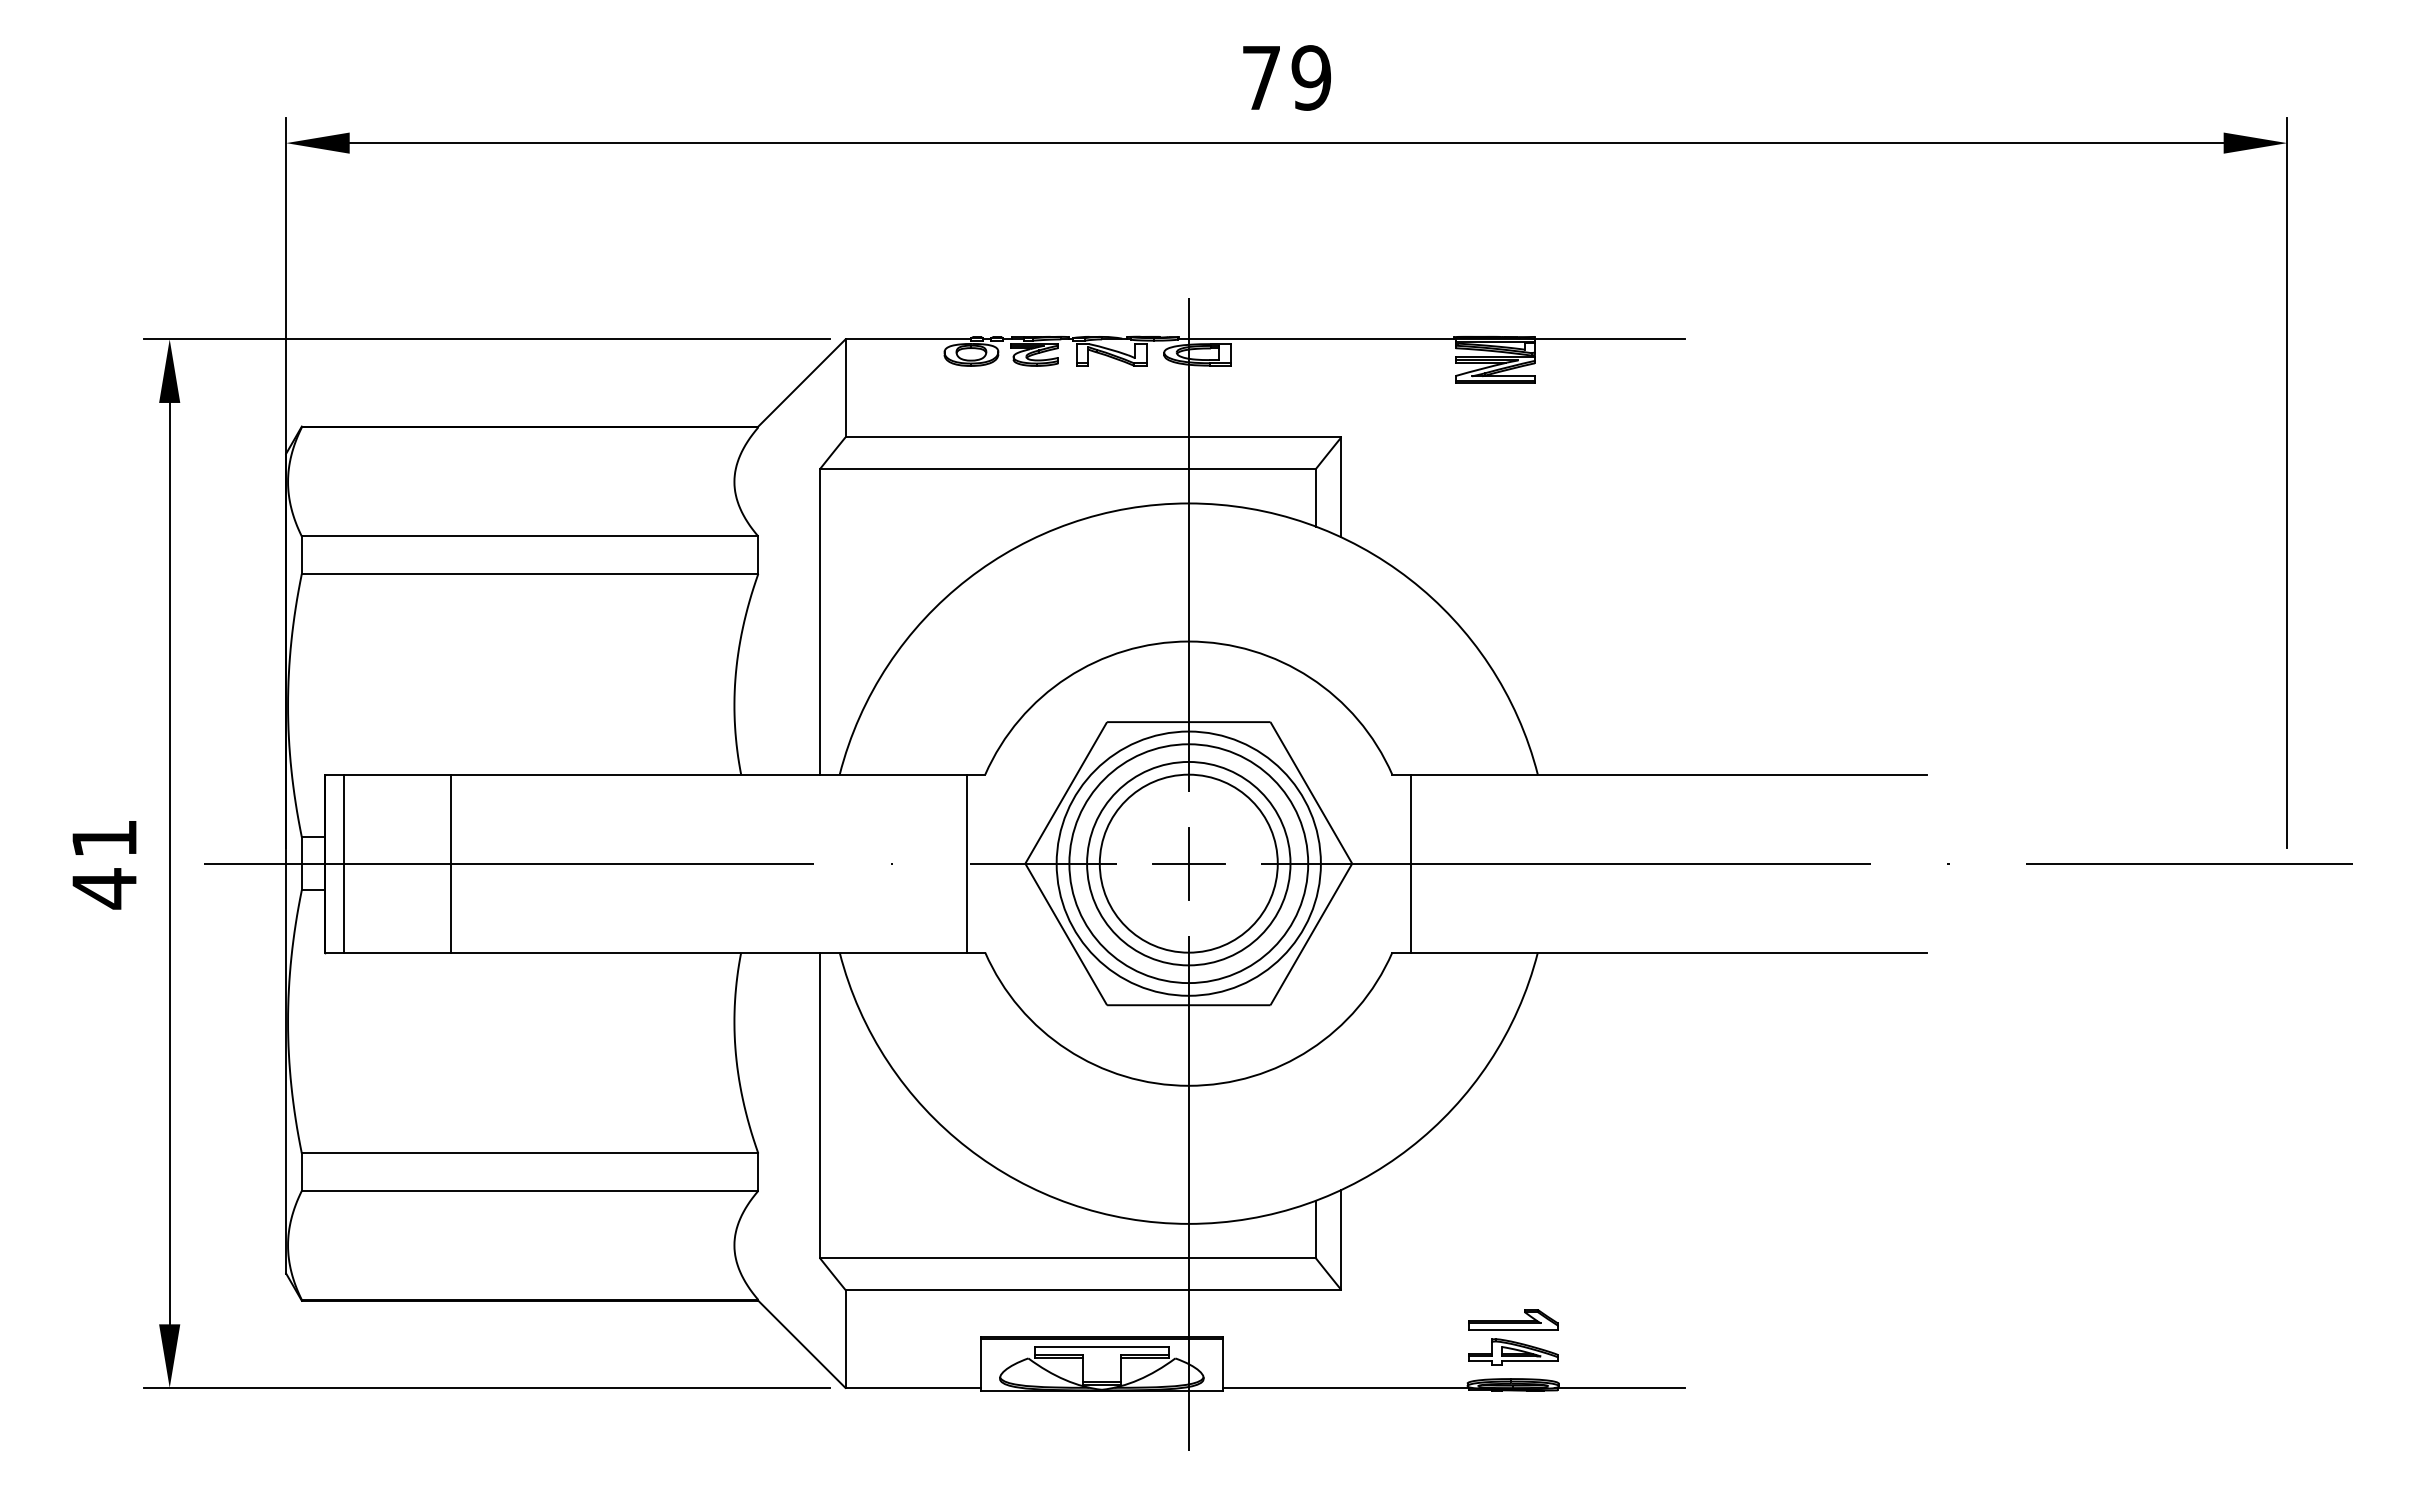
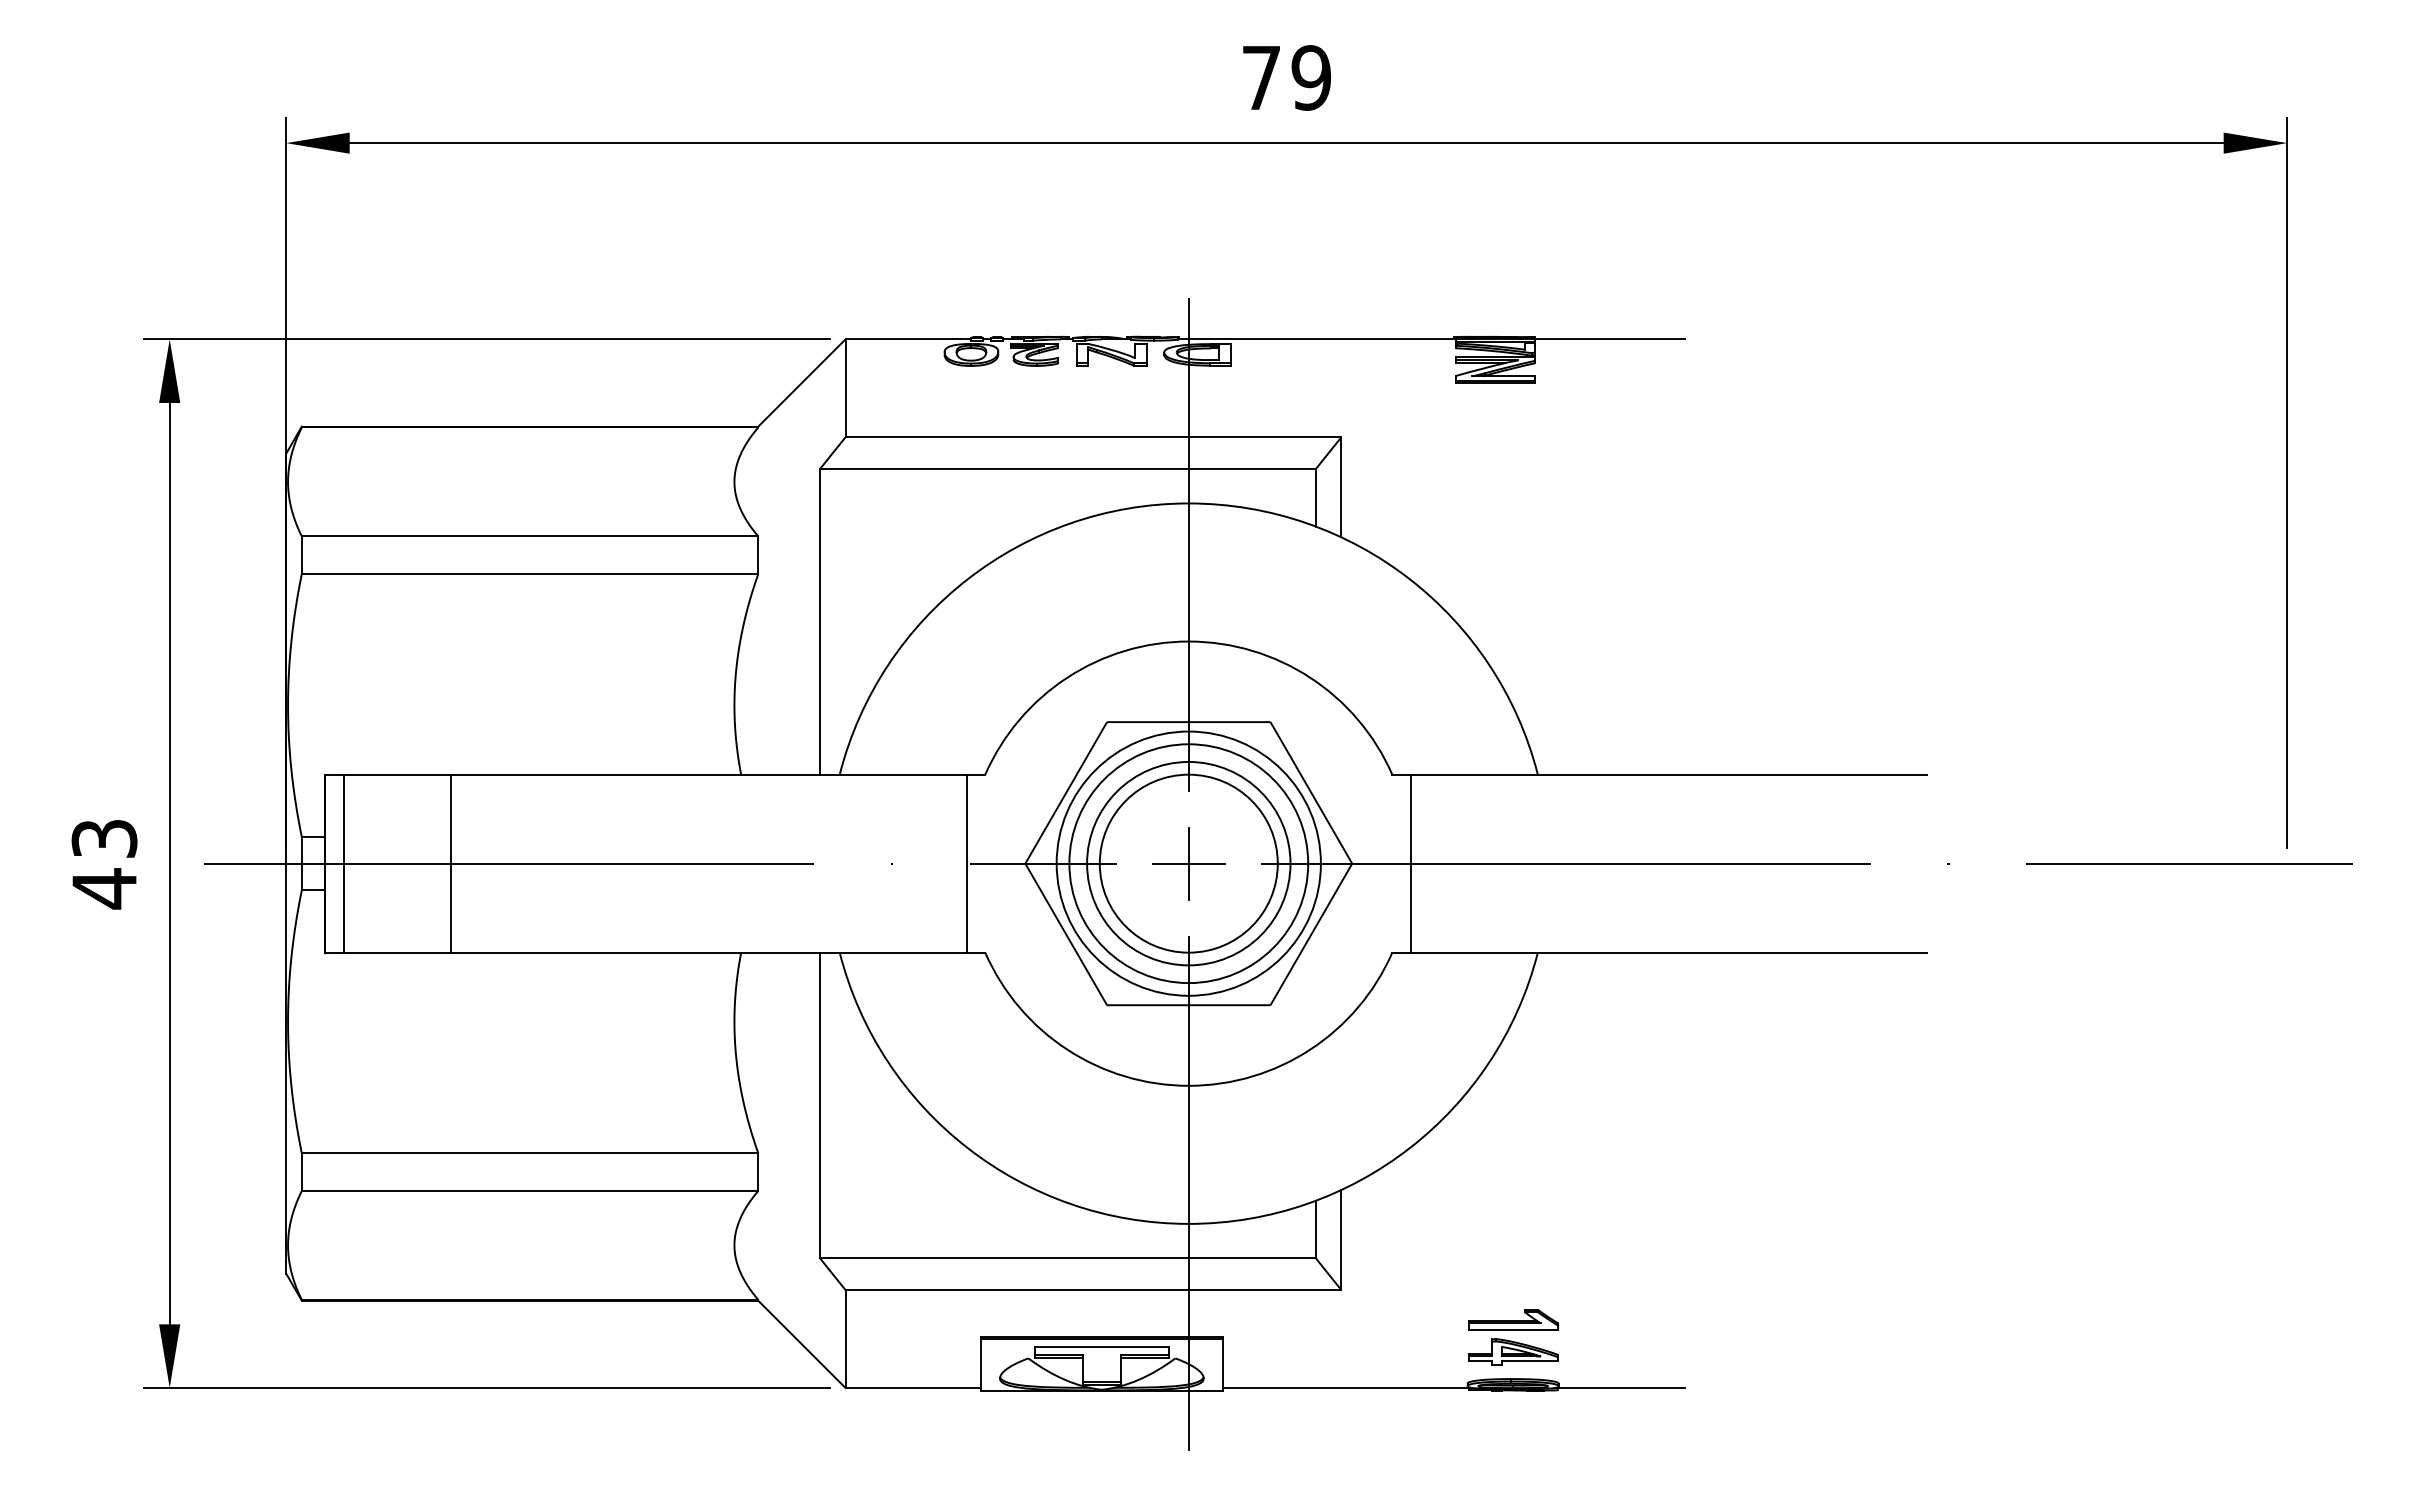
text at (104, 838): 41 -> 43
